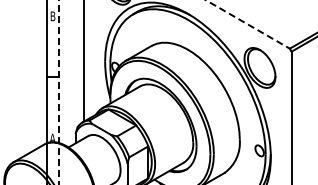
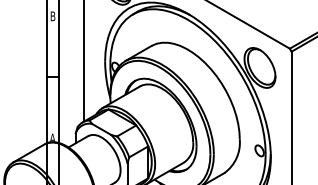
line at (248, 24): dashed -> solid
line at (59, 92): dashed -> solid
